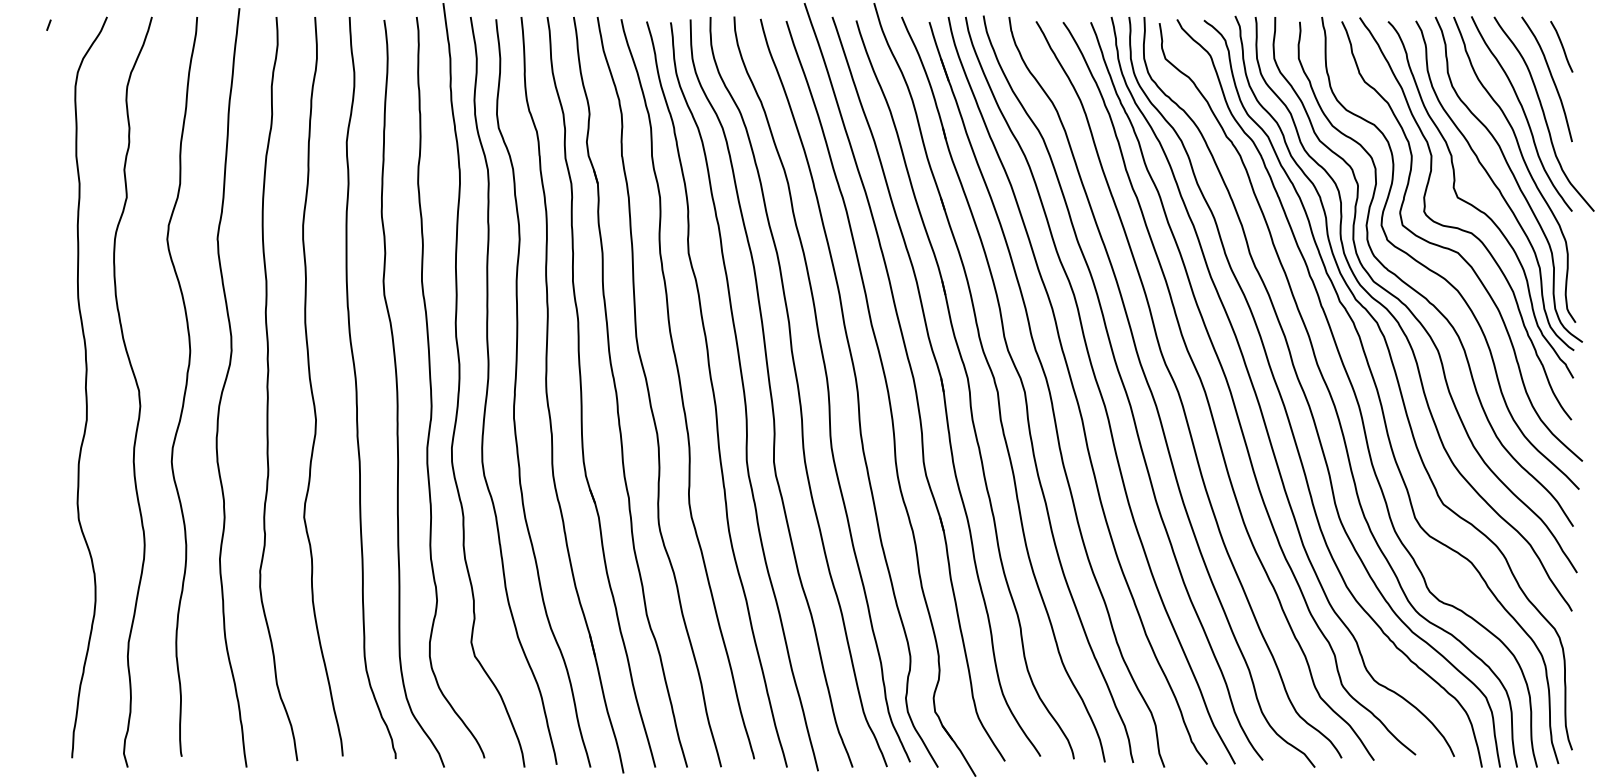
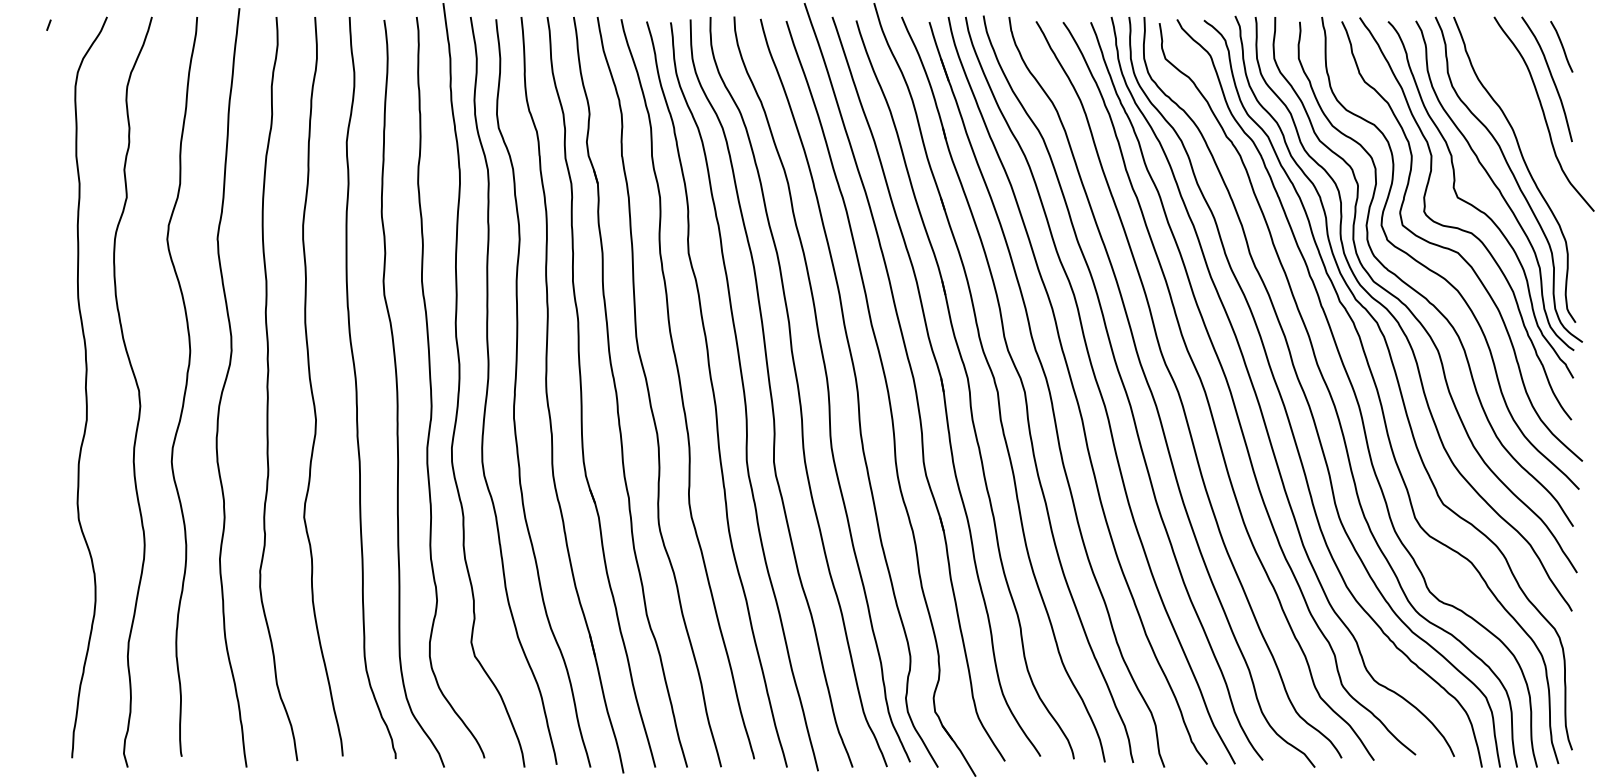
curve at (1523, 113): present -> none
